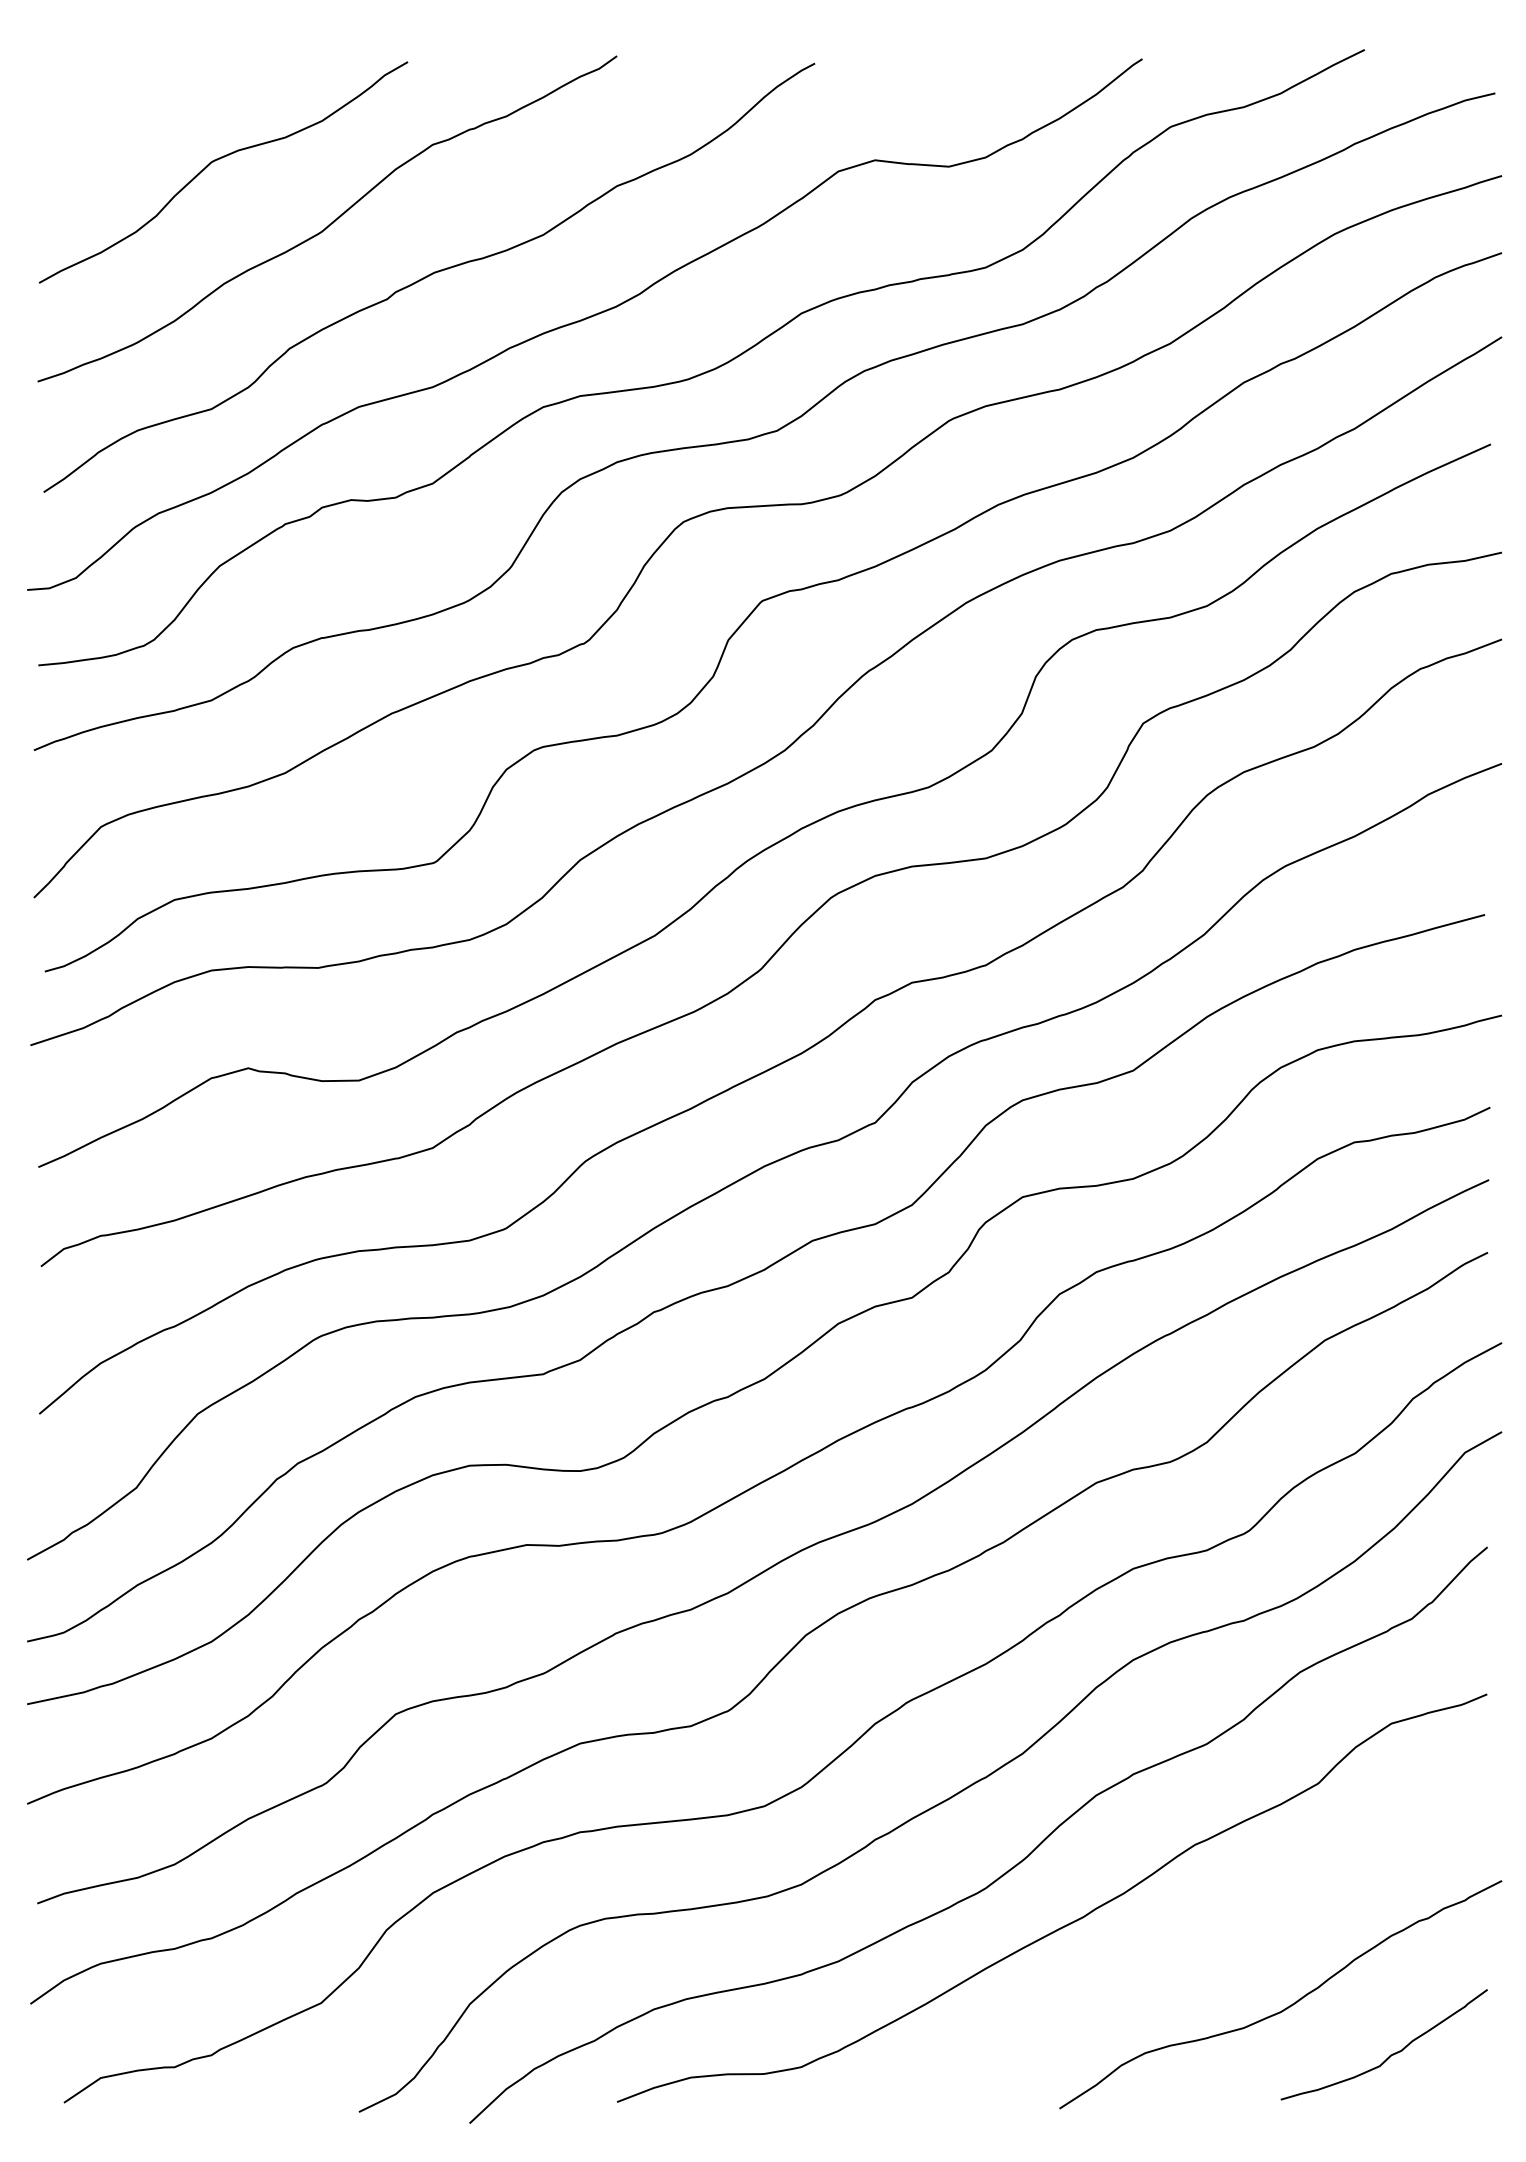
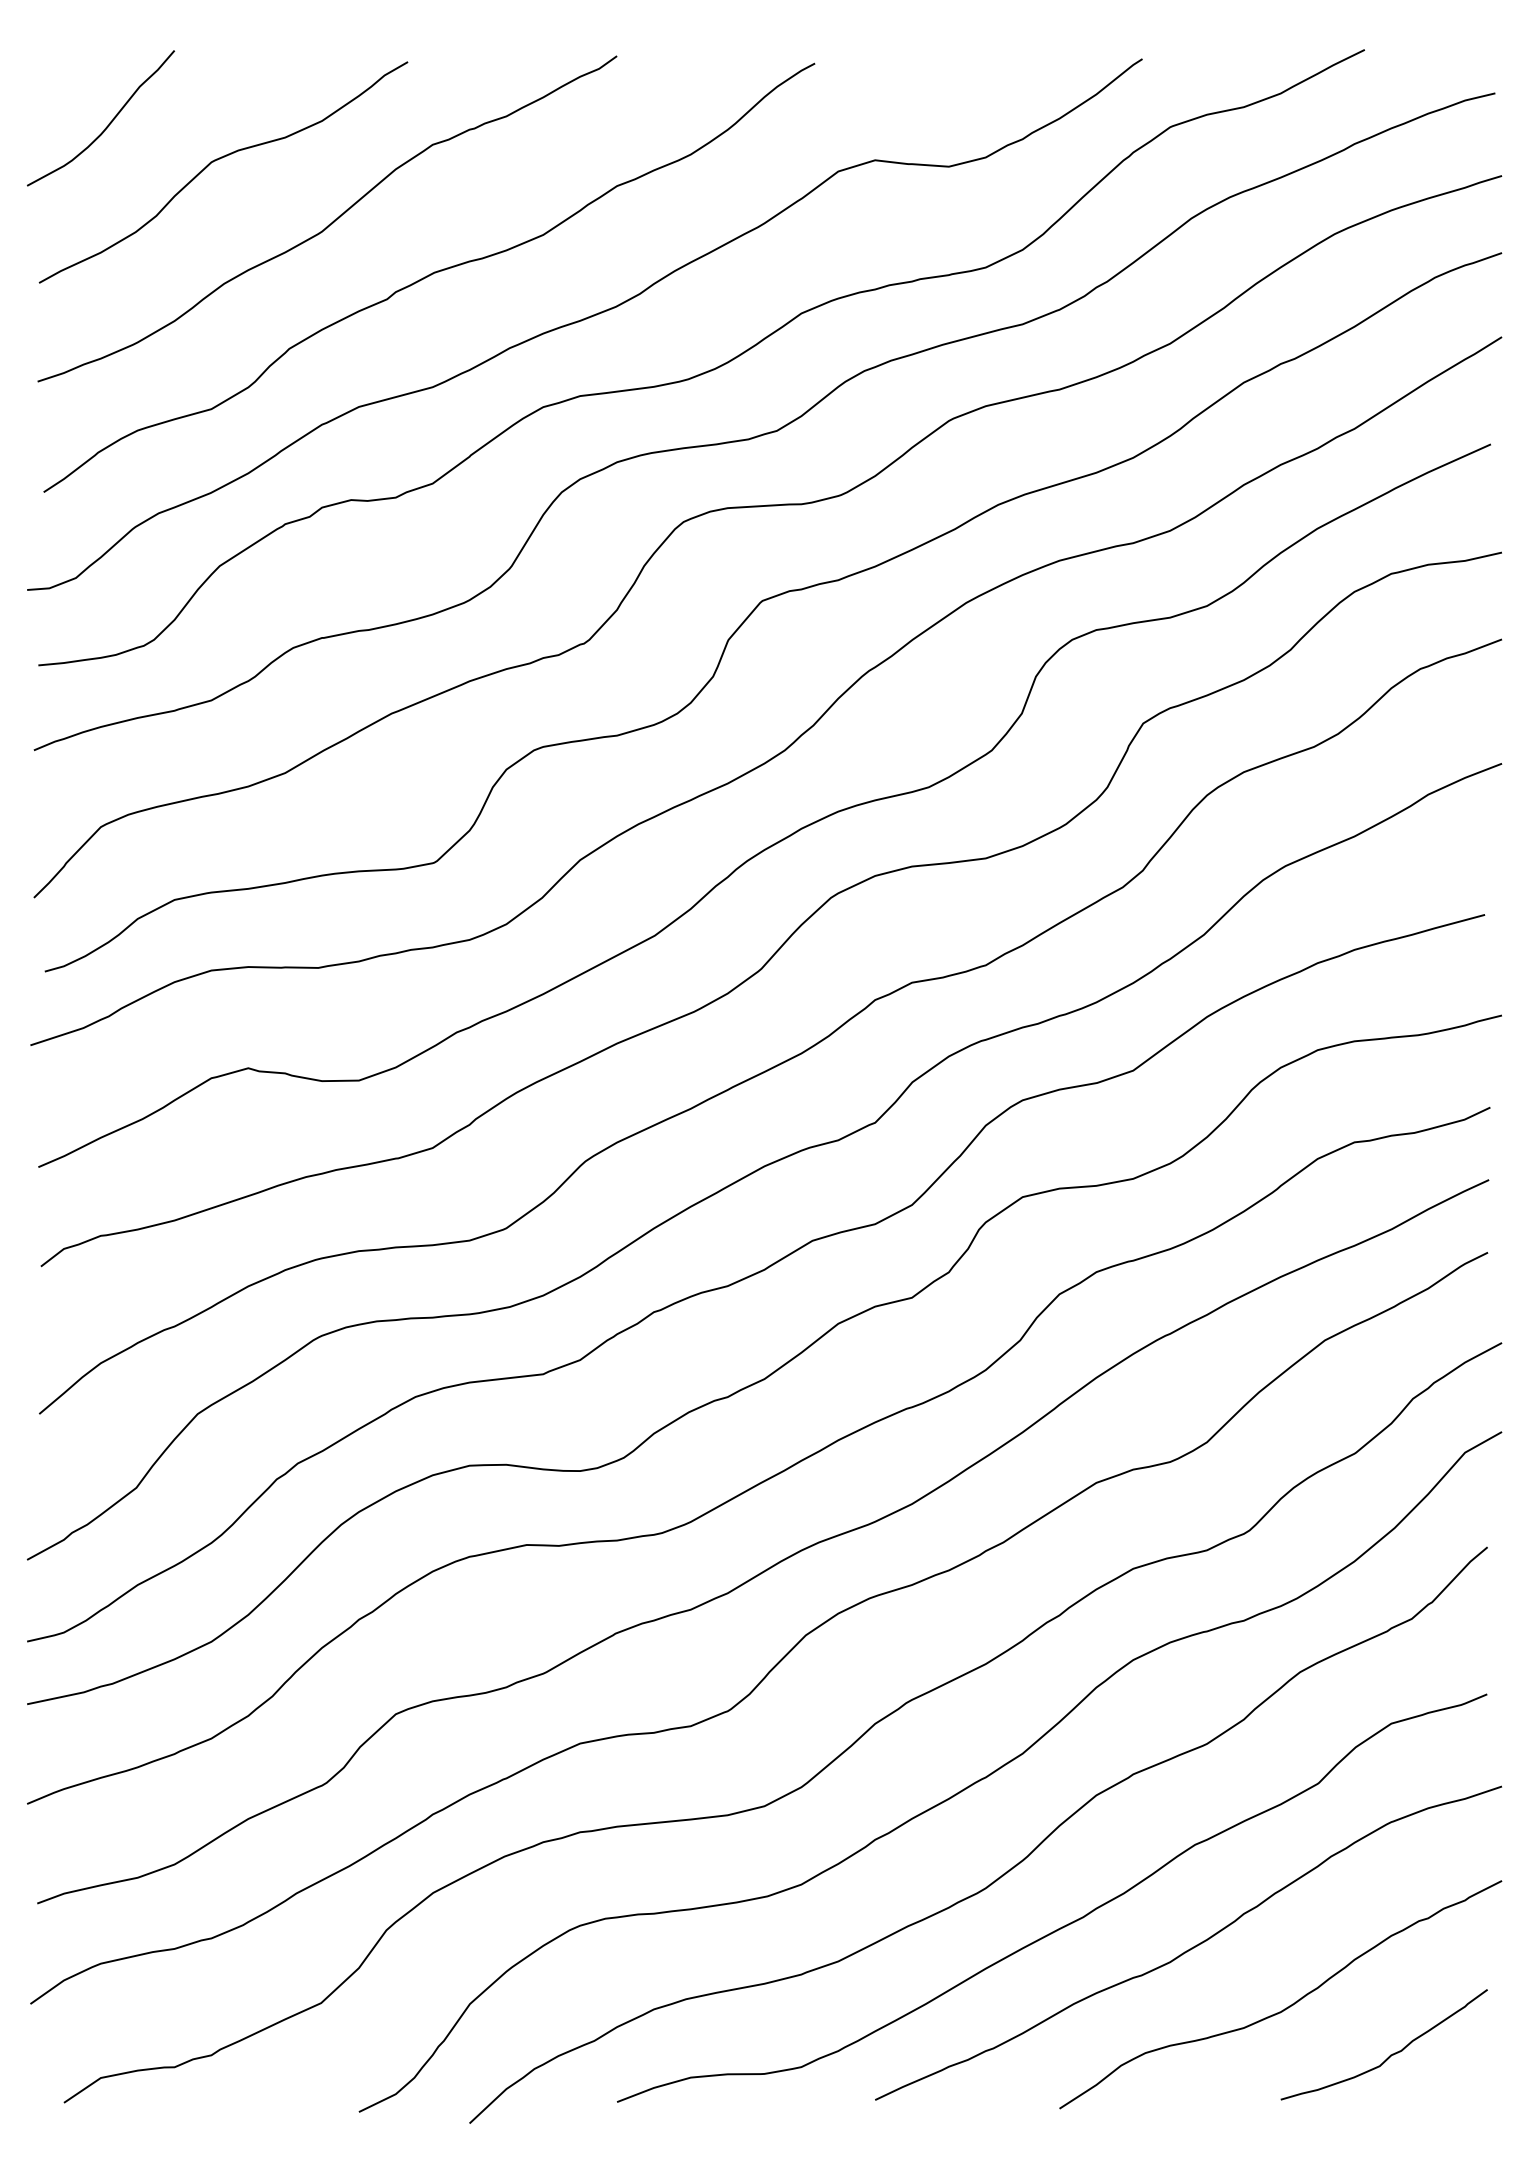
curve at (109, 122): none -> present
curve at (1191, 1947): none -> present
